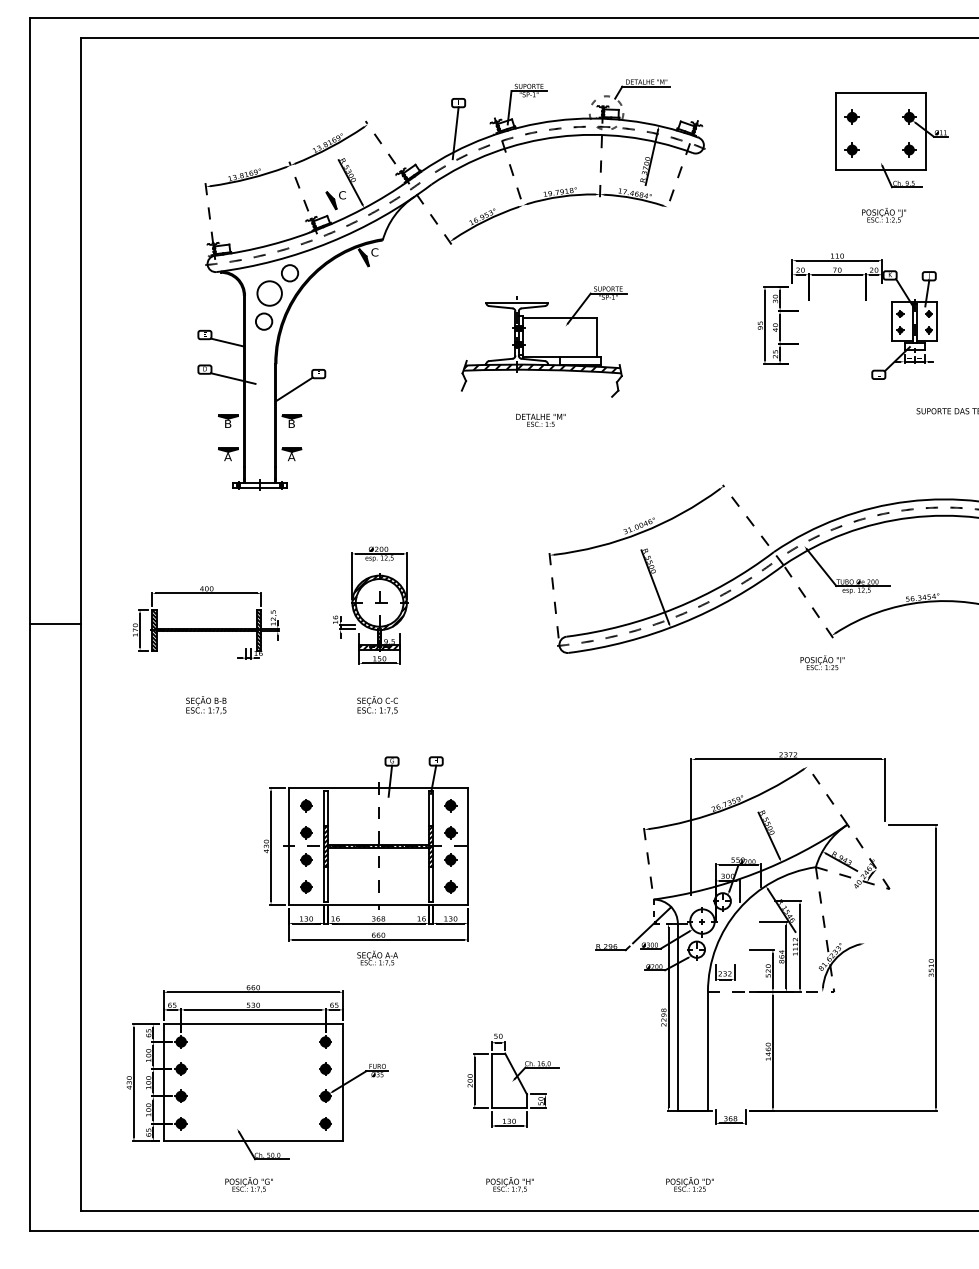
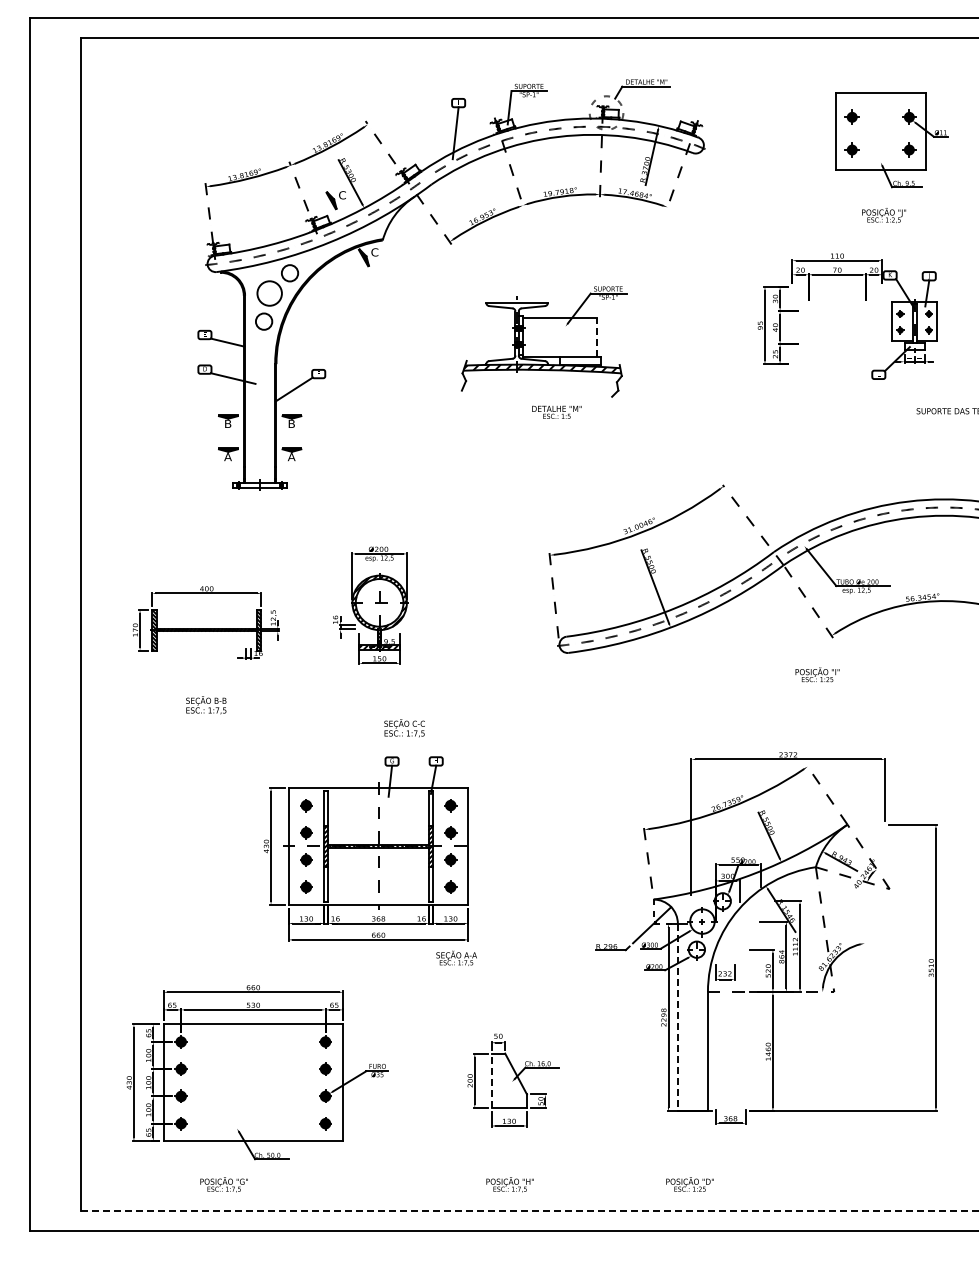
line at (596, 336): solid -> dashed
text at (540, 419) position: (540, 419) -> (556, 411)
line at (54, 624): present -> none
text at (822, 662) position: (822, 662) -> (817, 674)
text at (377, 705) position: (377, 705) -> (404, 728)
text at (377, 957) position: (377, 957) -> (456, 957)
line at (677, 1017): solid -> dashed
line at (491, 1080): solid -> dashed
text at (248, 1184) position: (248, 1184) -> (223, 1184)
line at (529, 1210): solid -> dashed
